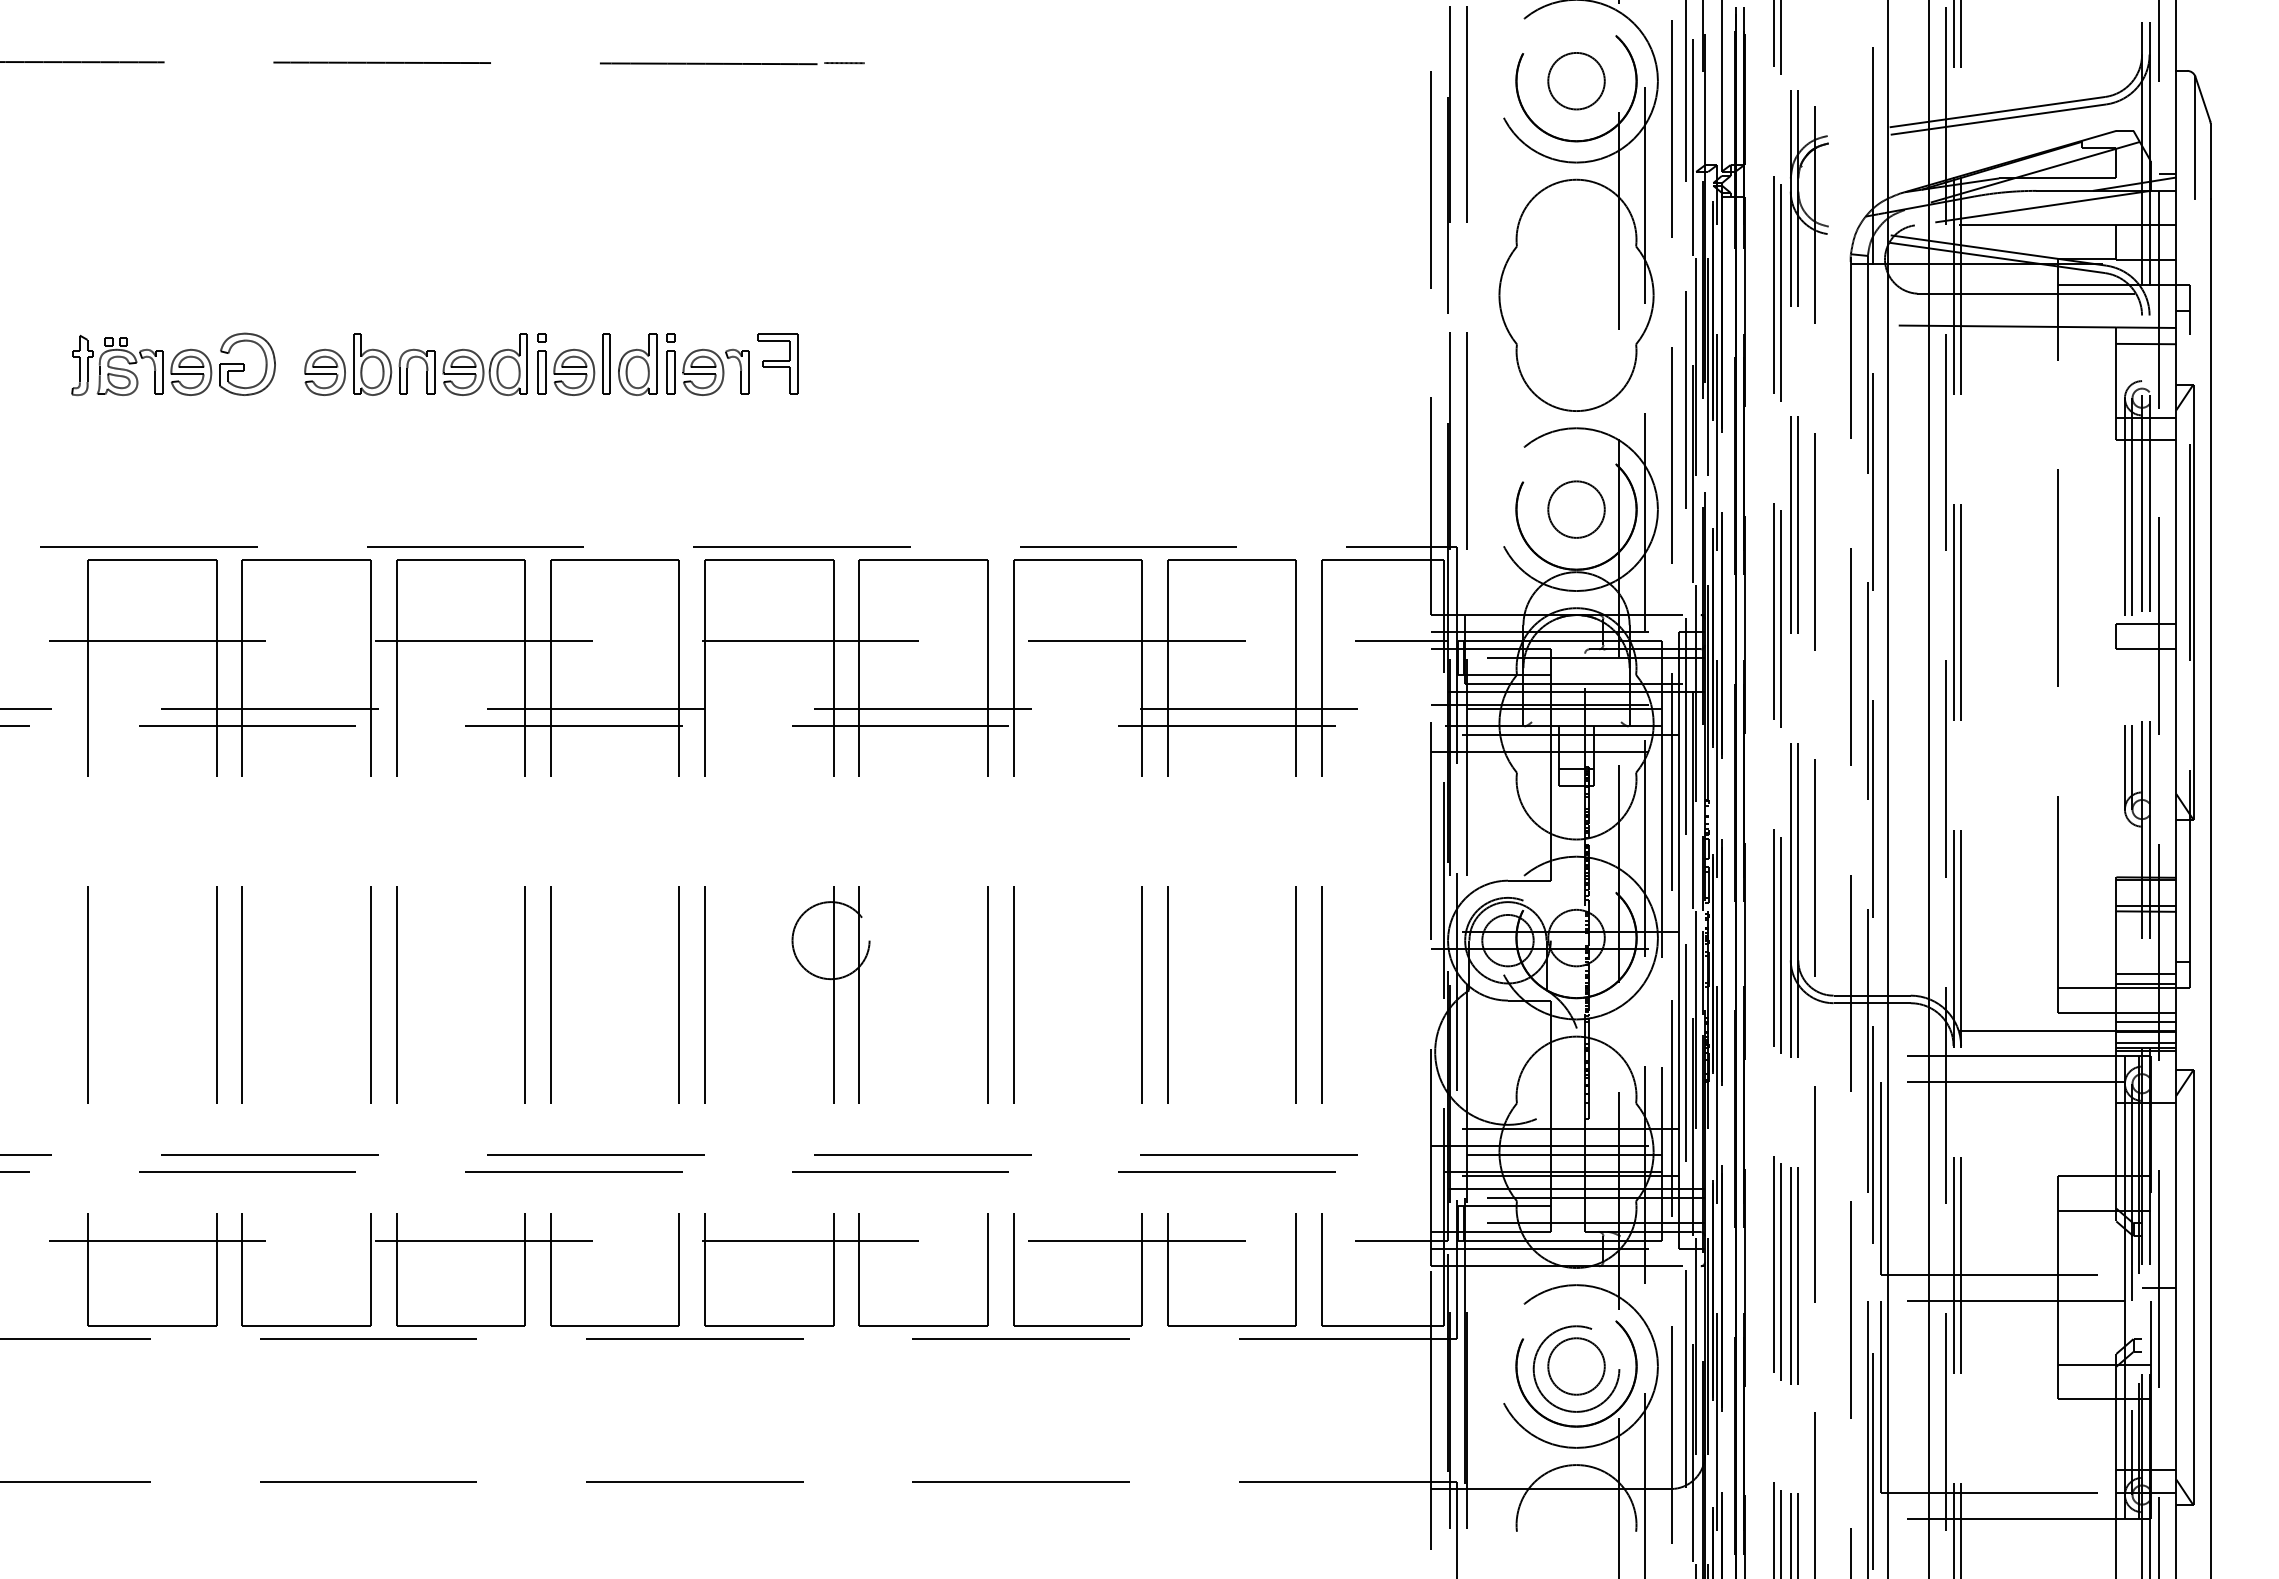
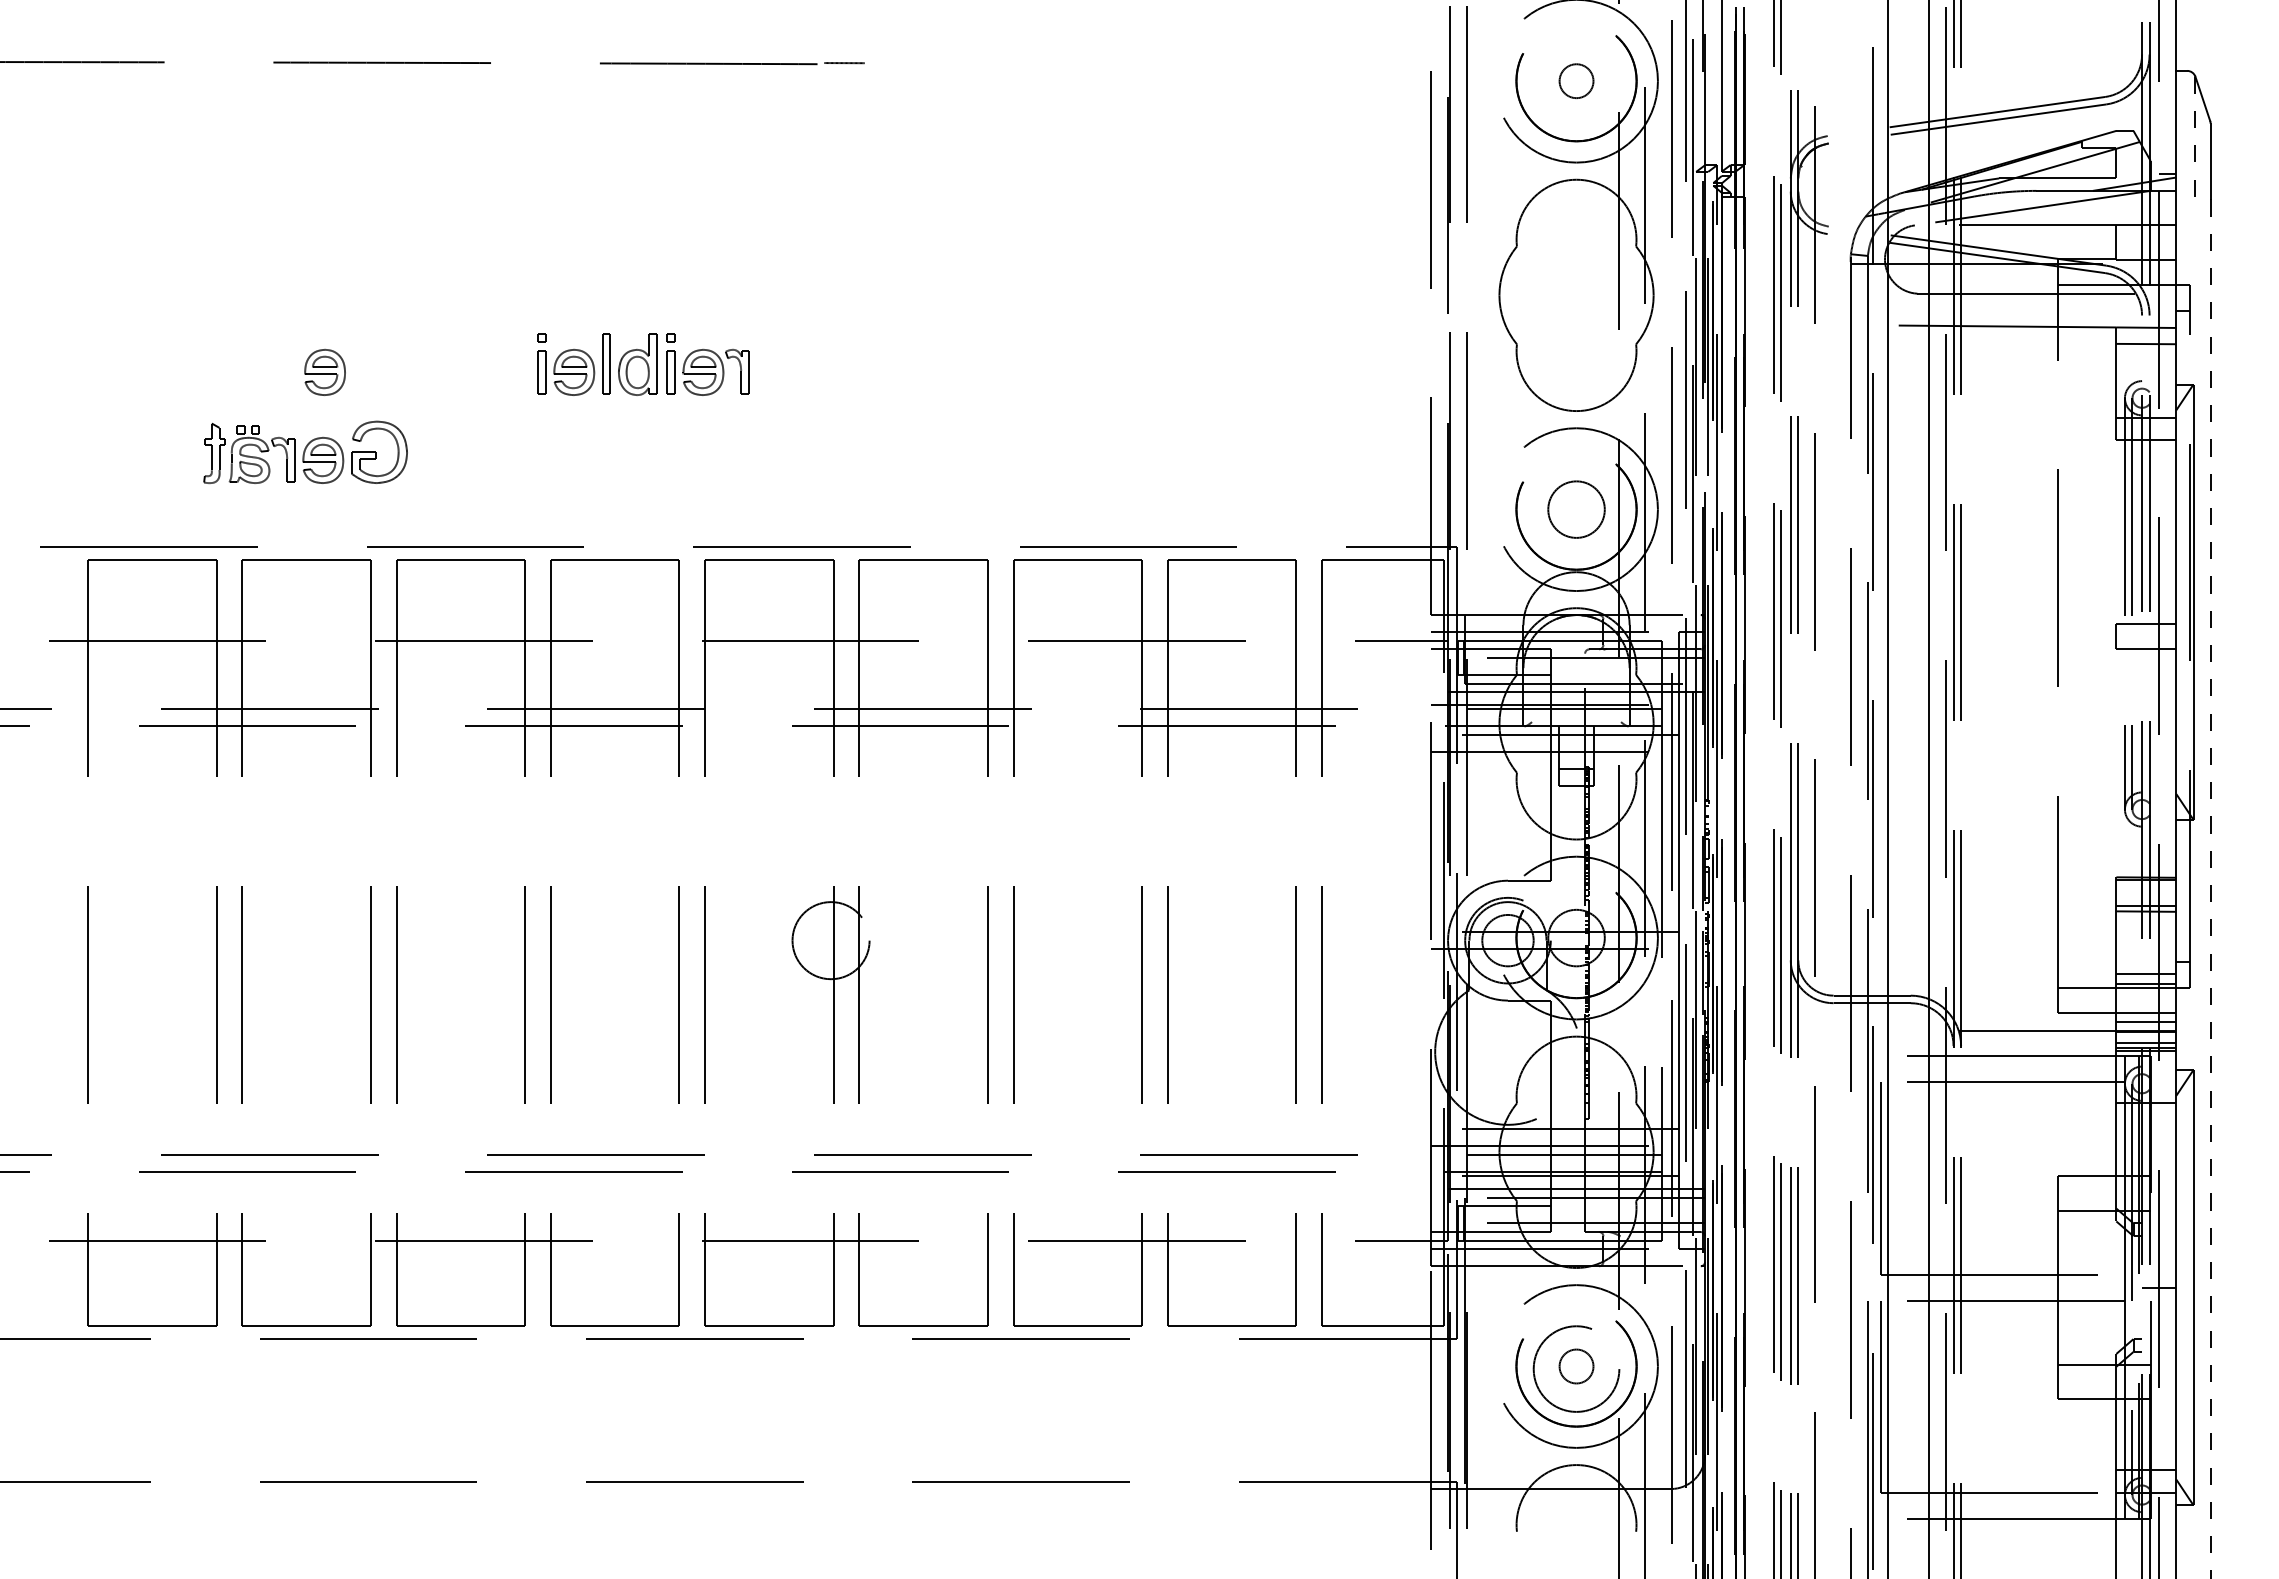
circle at (1576, 80) diameter: 57 px -> 34 px
line at (2195, 138): solid -> dashed
part at (173, 363) position: (173, 363) -> (305, 451)
part at (777, 363): present -> none
part at (440, 364): present -> none
line at (2210, 889): solid -> dashed
circle at (1576, 1366) diameter: 57 px -> 34 px
